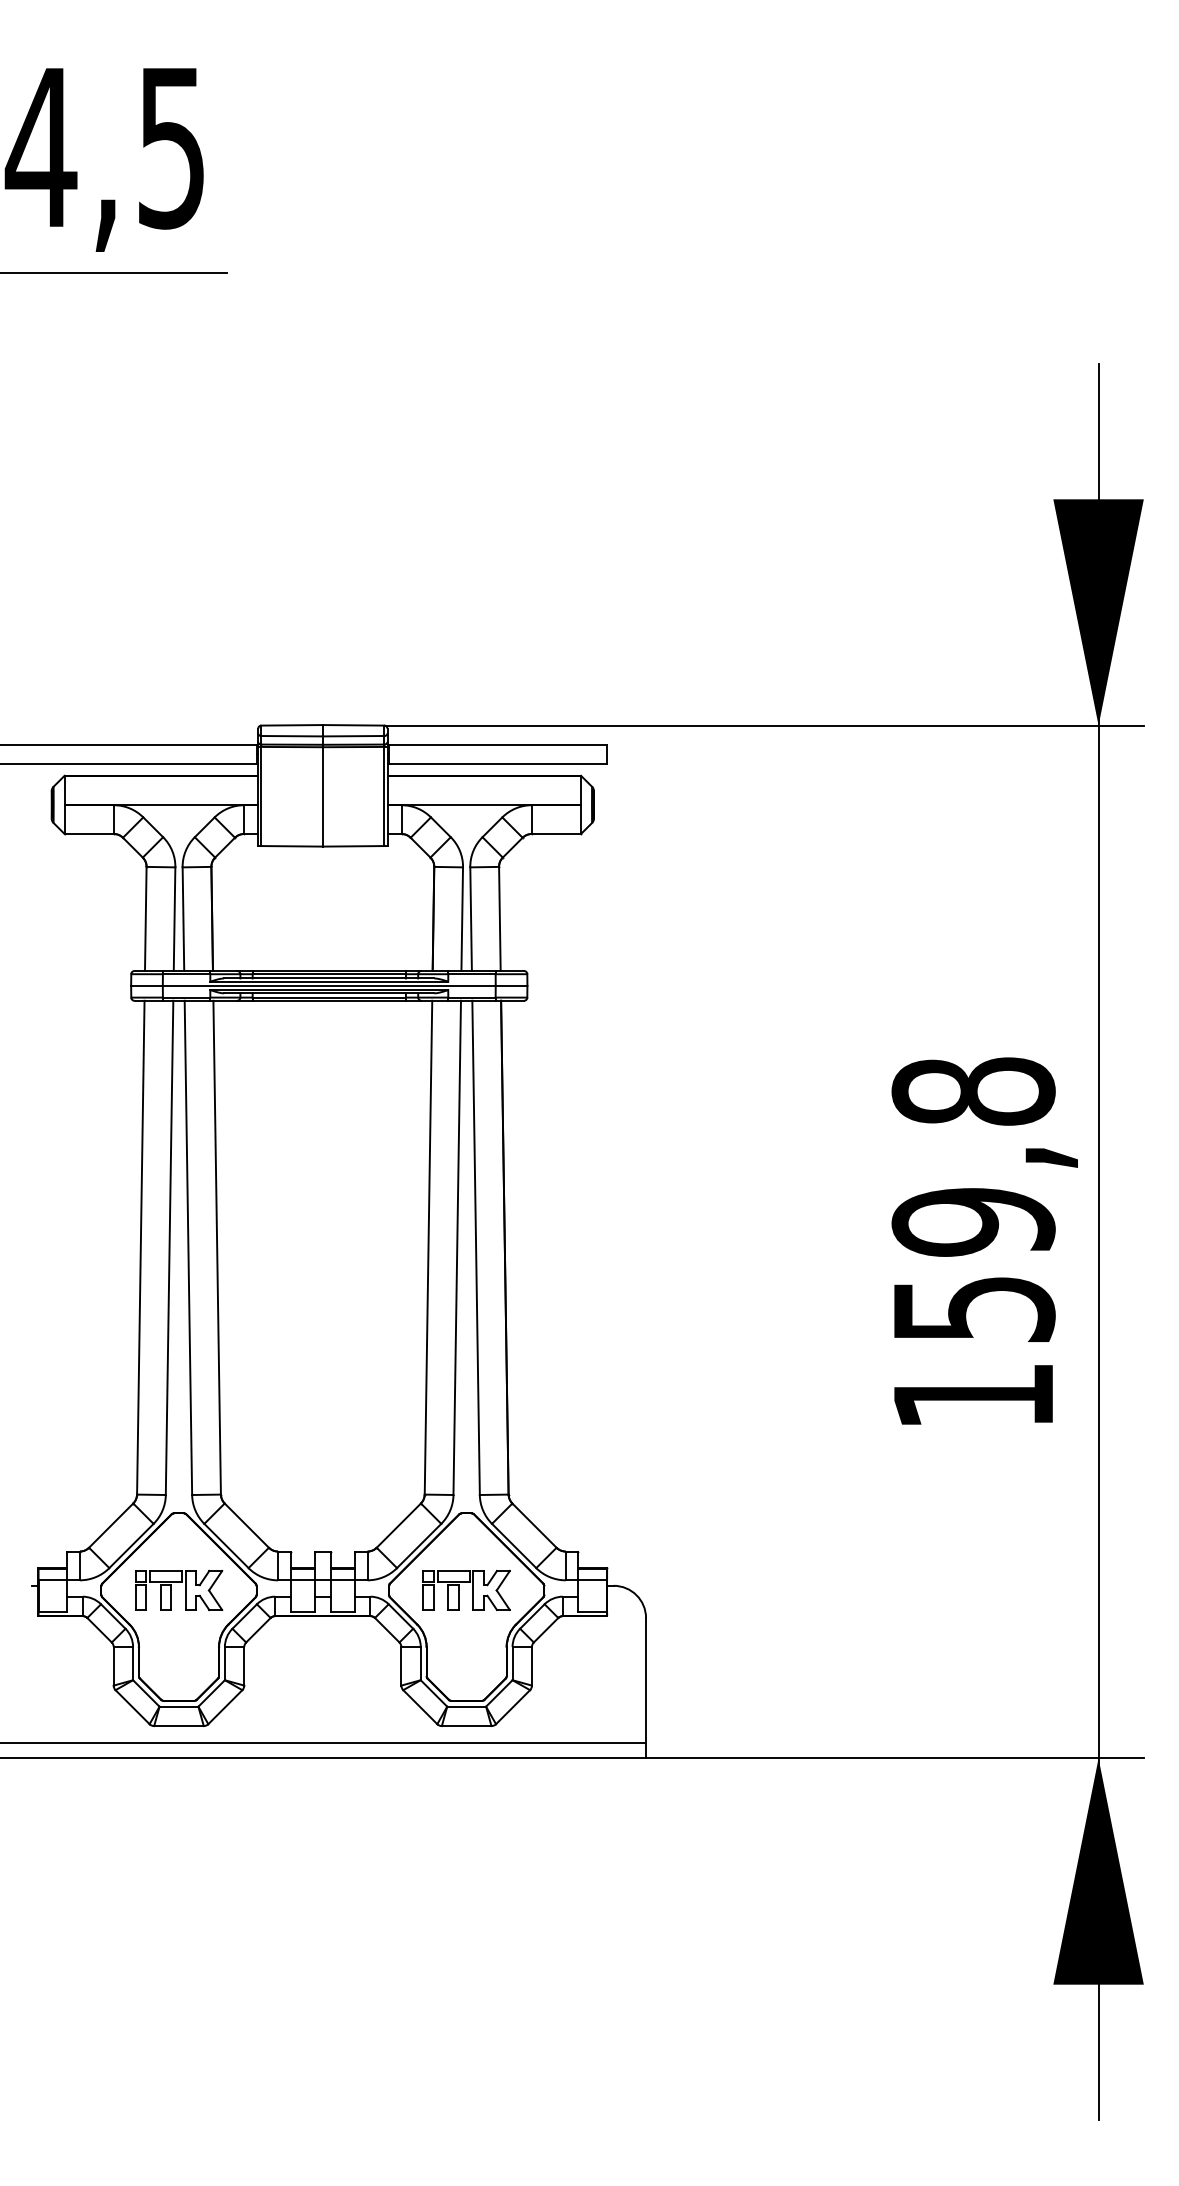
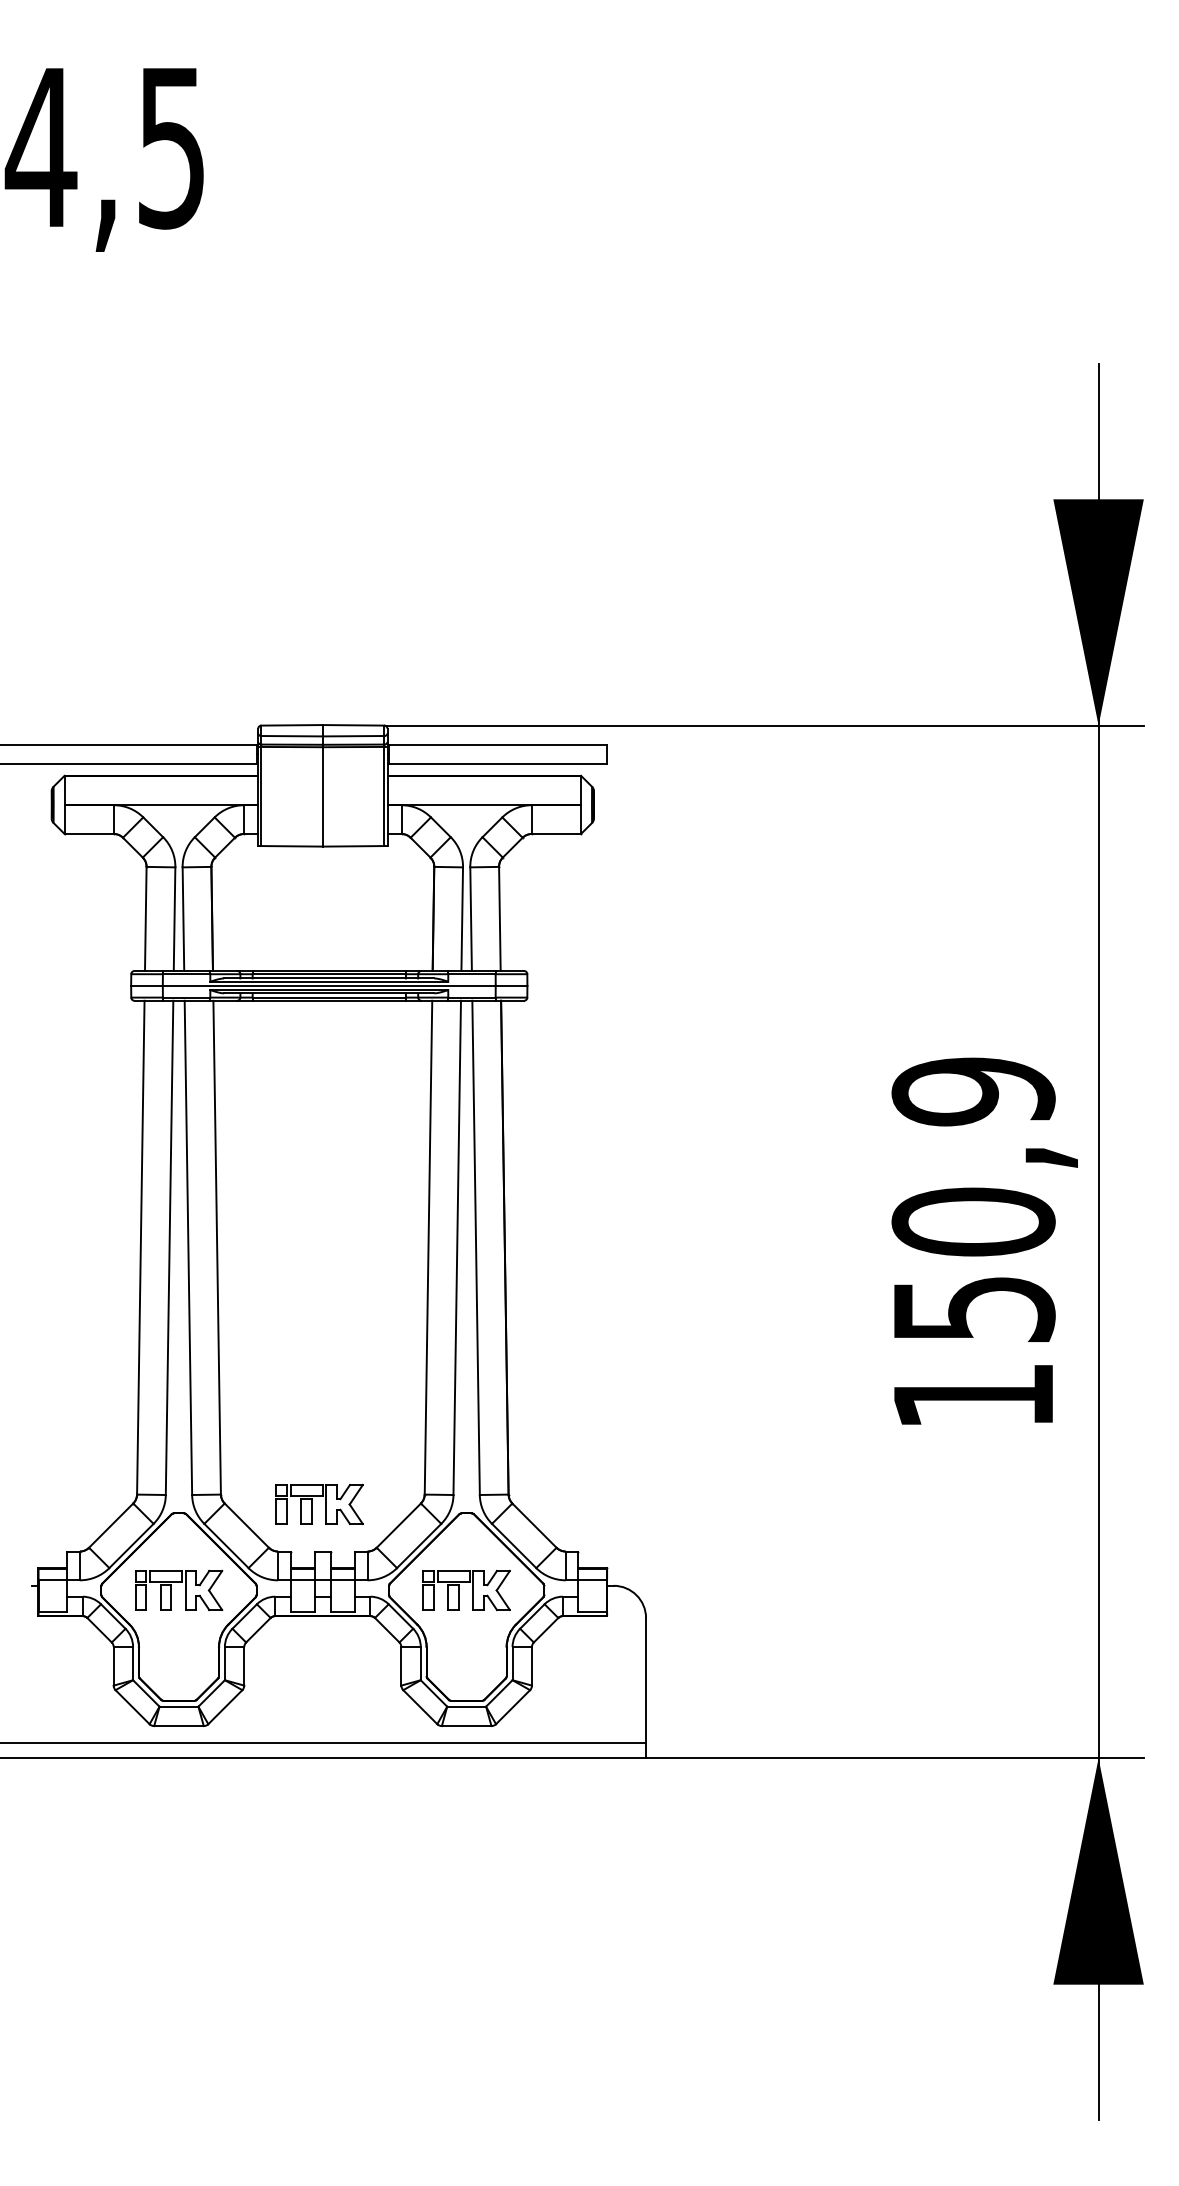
line at (114, 272): present -> none
text at (973, 1156): 159,8 -> 150,9
part at (319, 1504): none -> present
